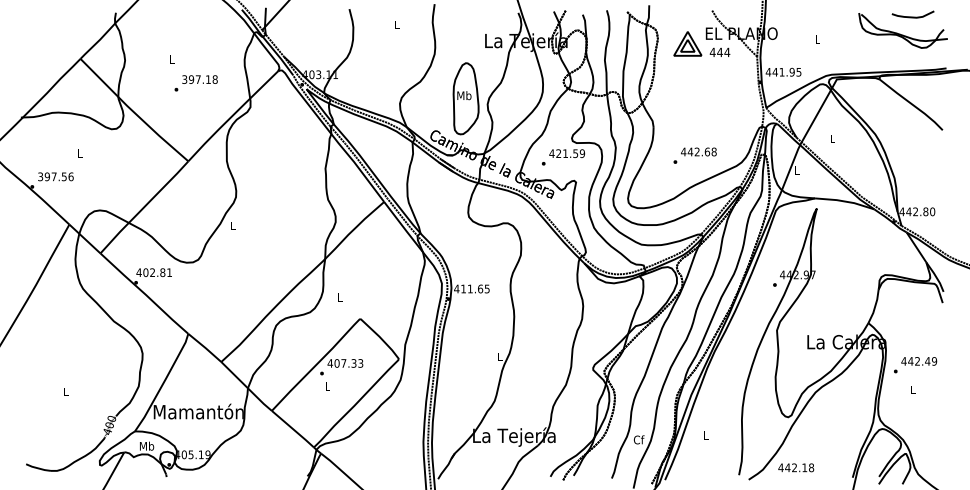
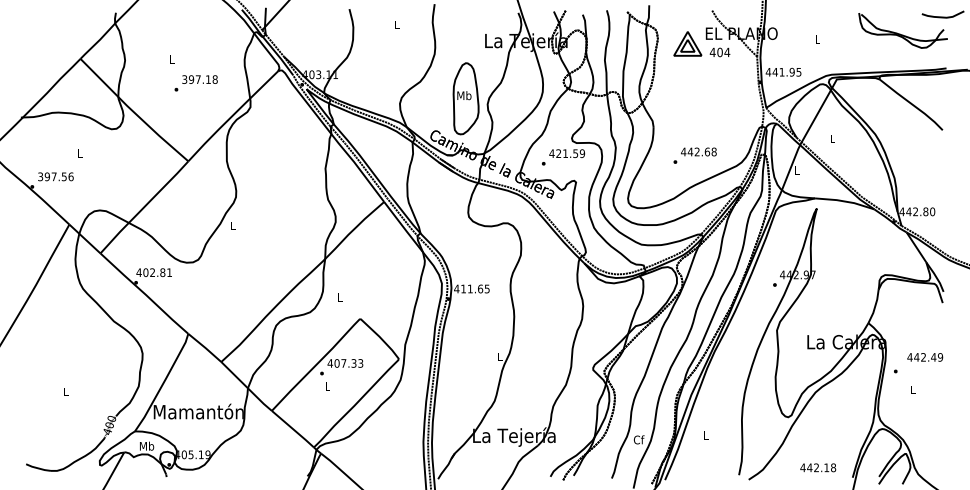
curve at (912, 16) position: (912, 16) -> (942, 16)
text at (719, 52): 444 -> 404
text at (919, 361) position: (919, 361) -> (925, 357)
text at (796, 467) position: (796, 467) -> (818, 467)
